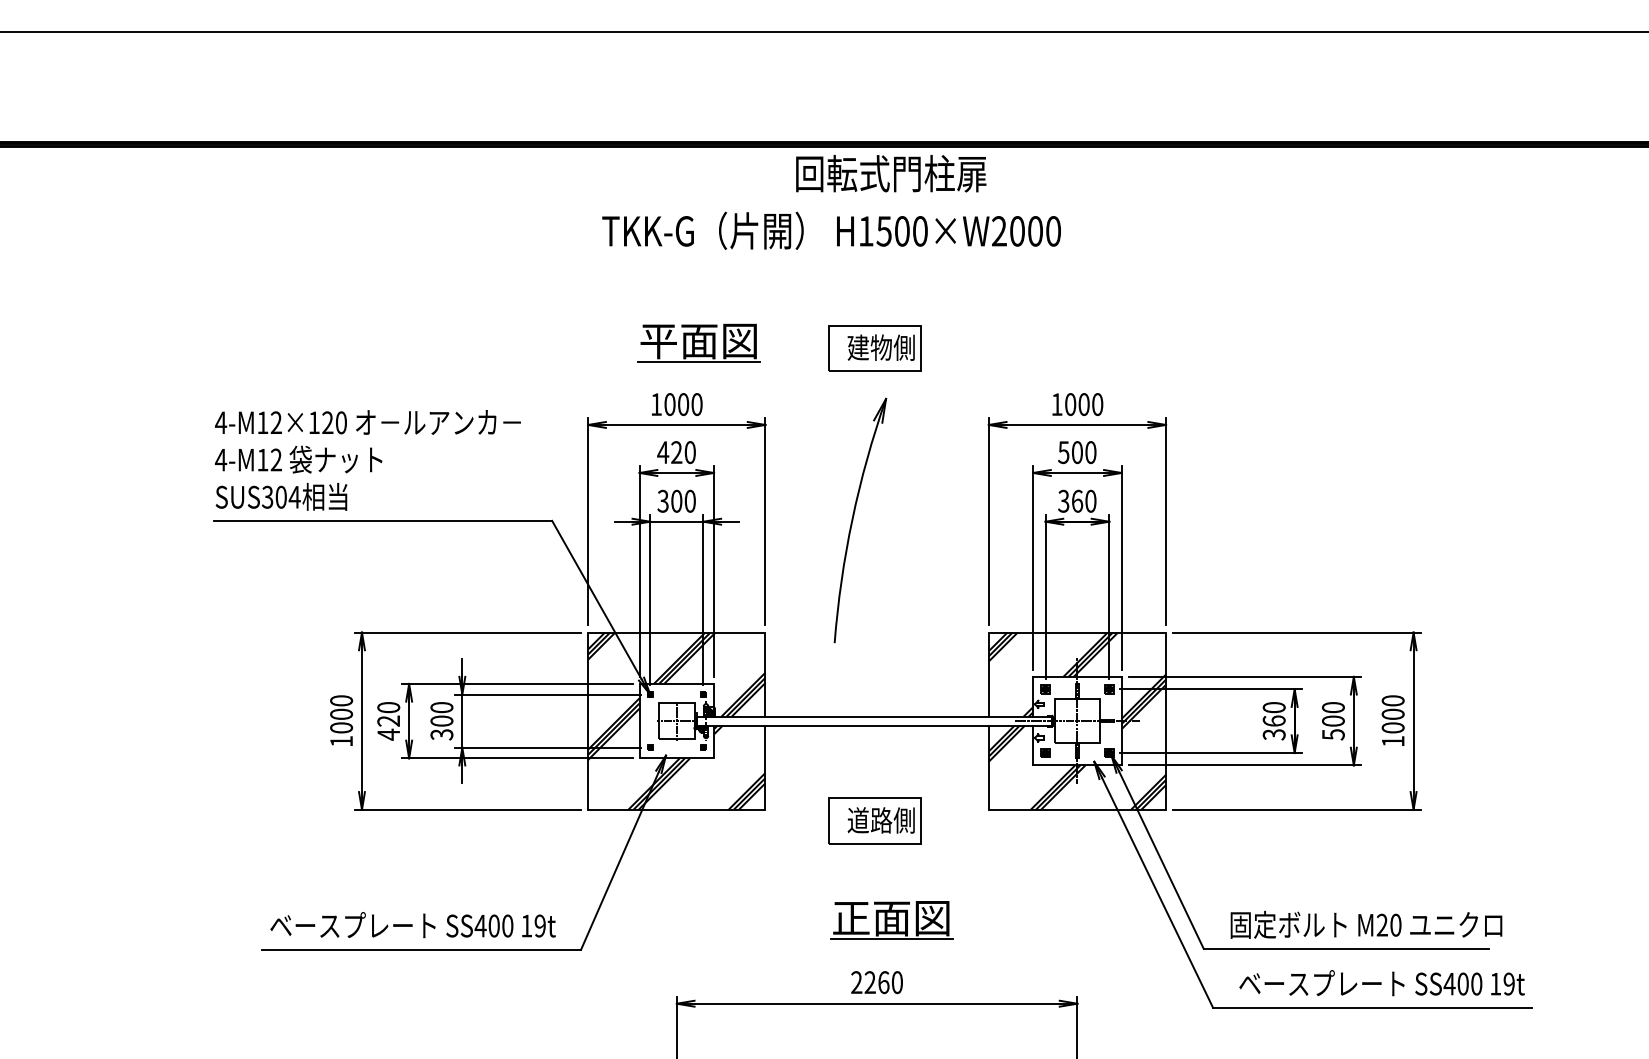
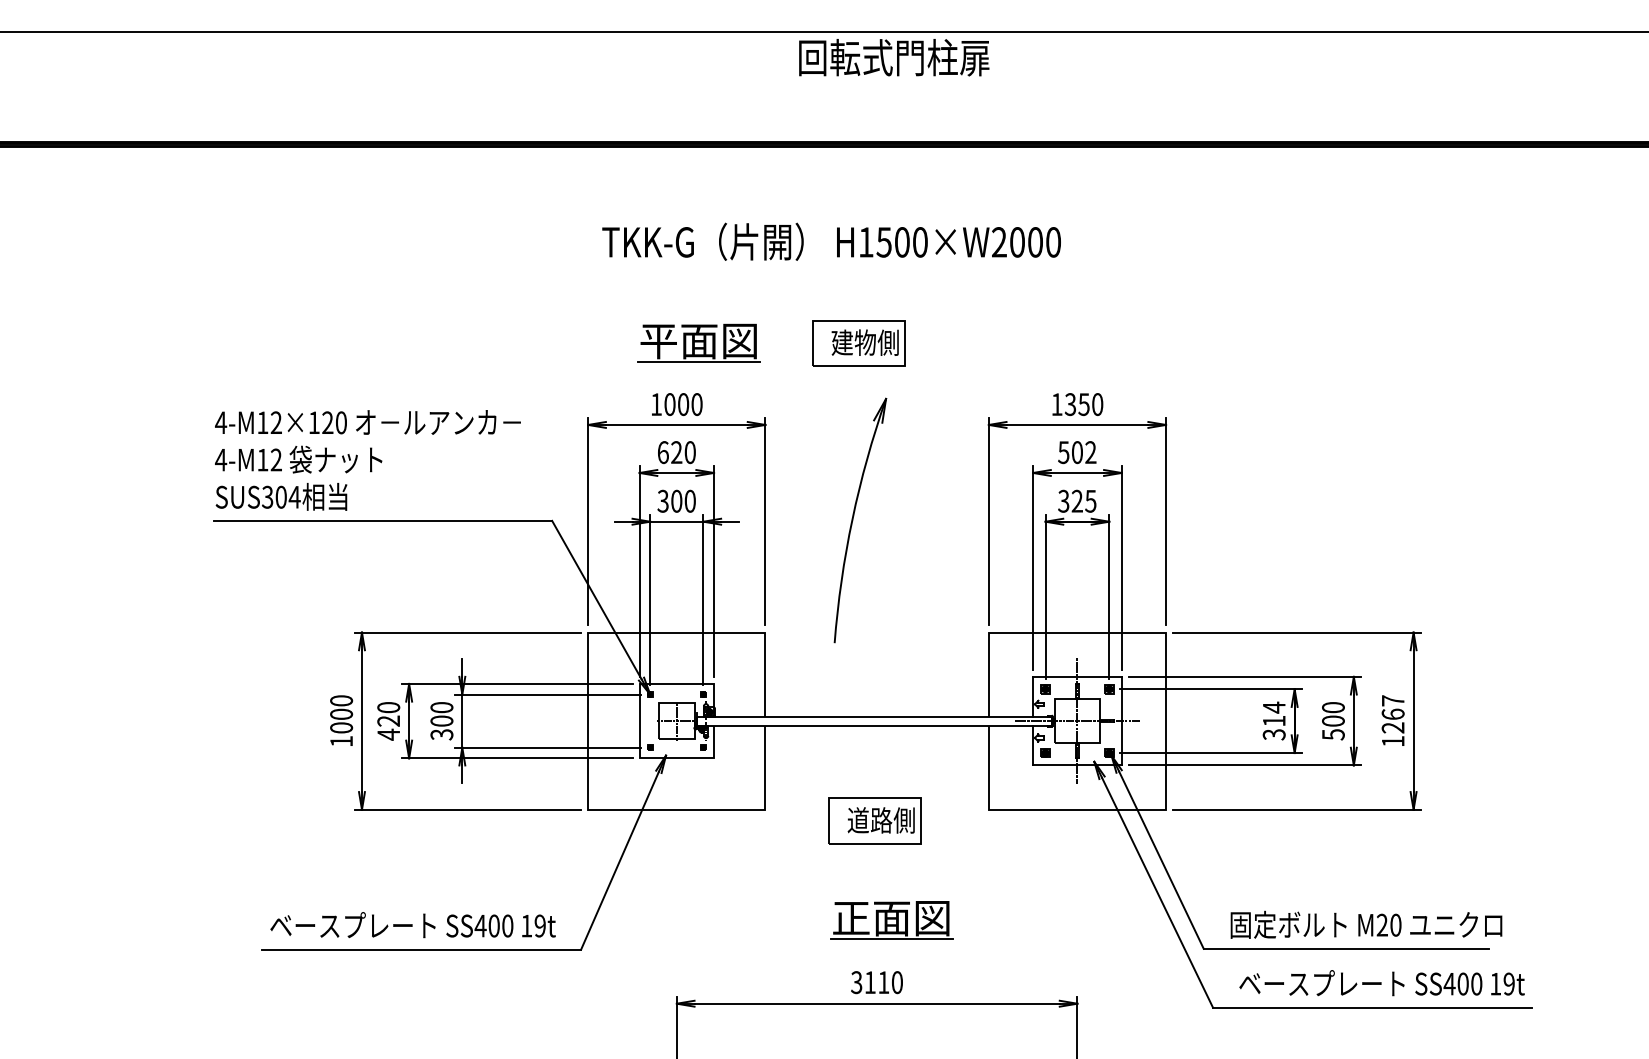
text at (891, 173) position: (891, 173) -> (894, 57)
text at (831, 230) position: (831, 230) -> (831, 241)
part at (874, 348) position: (874, 348) -> (858, 343)
text at (1076, 404): 1000 -> 1350
text at (663, 452): 420 -> 620
text at (1090, 452): 500 -> 502
text at (1083, 500): 360 -> 325
text at (1273, 713): 360 -> 314
text at (1392, 714): 1000 -> 1267
hatch at (676, 720): present -> none
hatch at (1077, 720): present -> none
text at (870, 982): 2260 -> 3110
